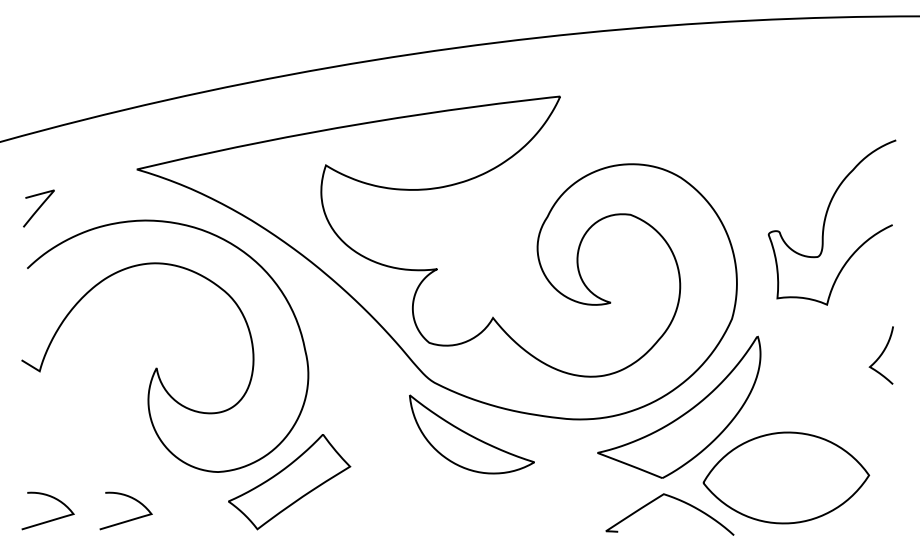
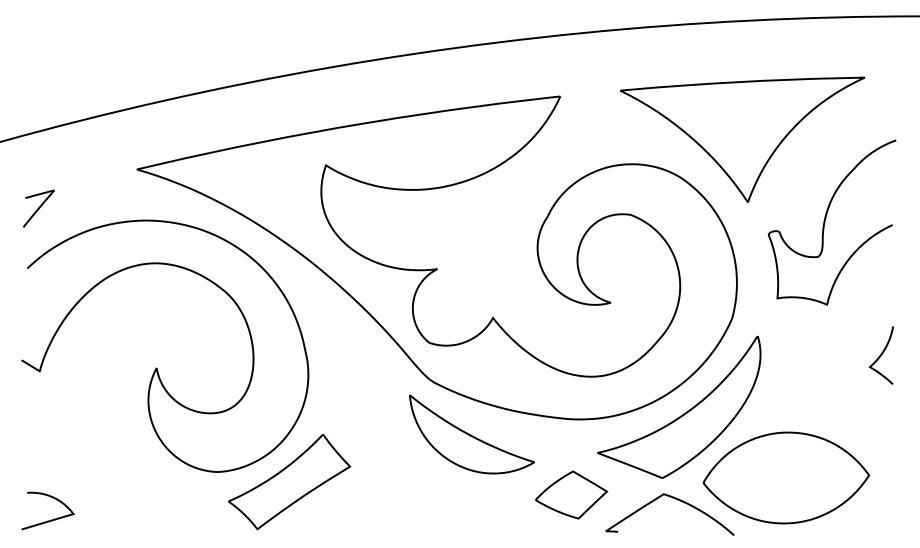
part at (742, 139): none -> present
part at (571, 494): none -> present
curve at (129, 519): present -> none
